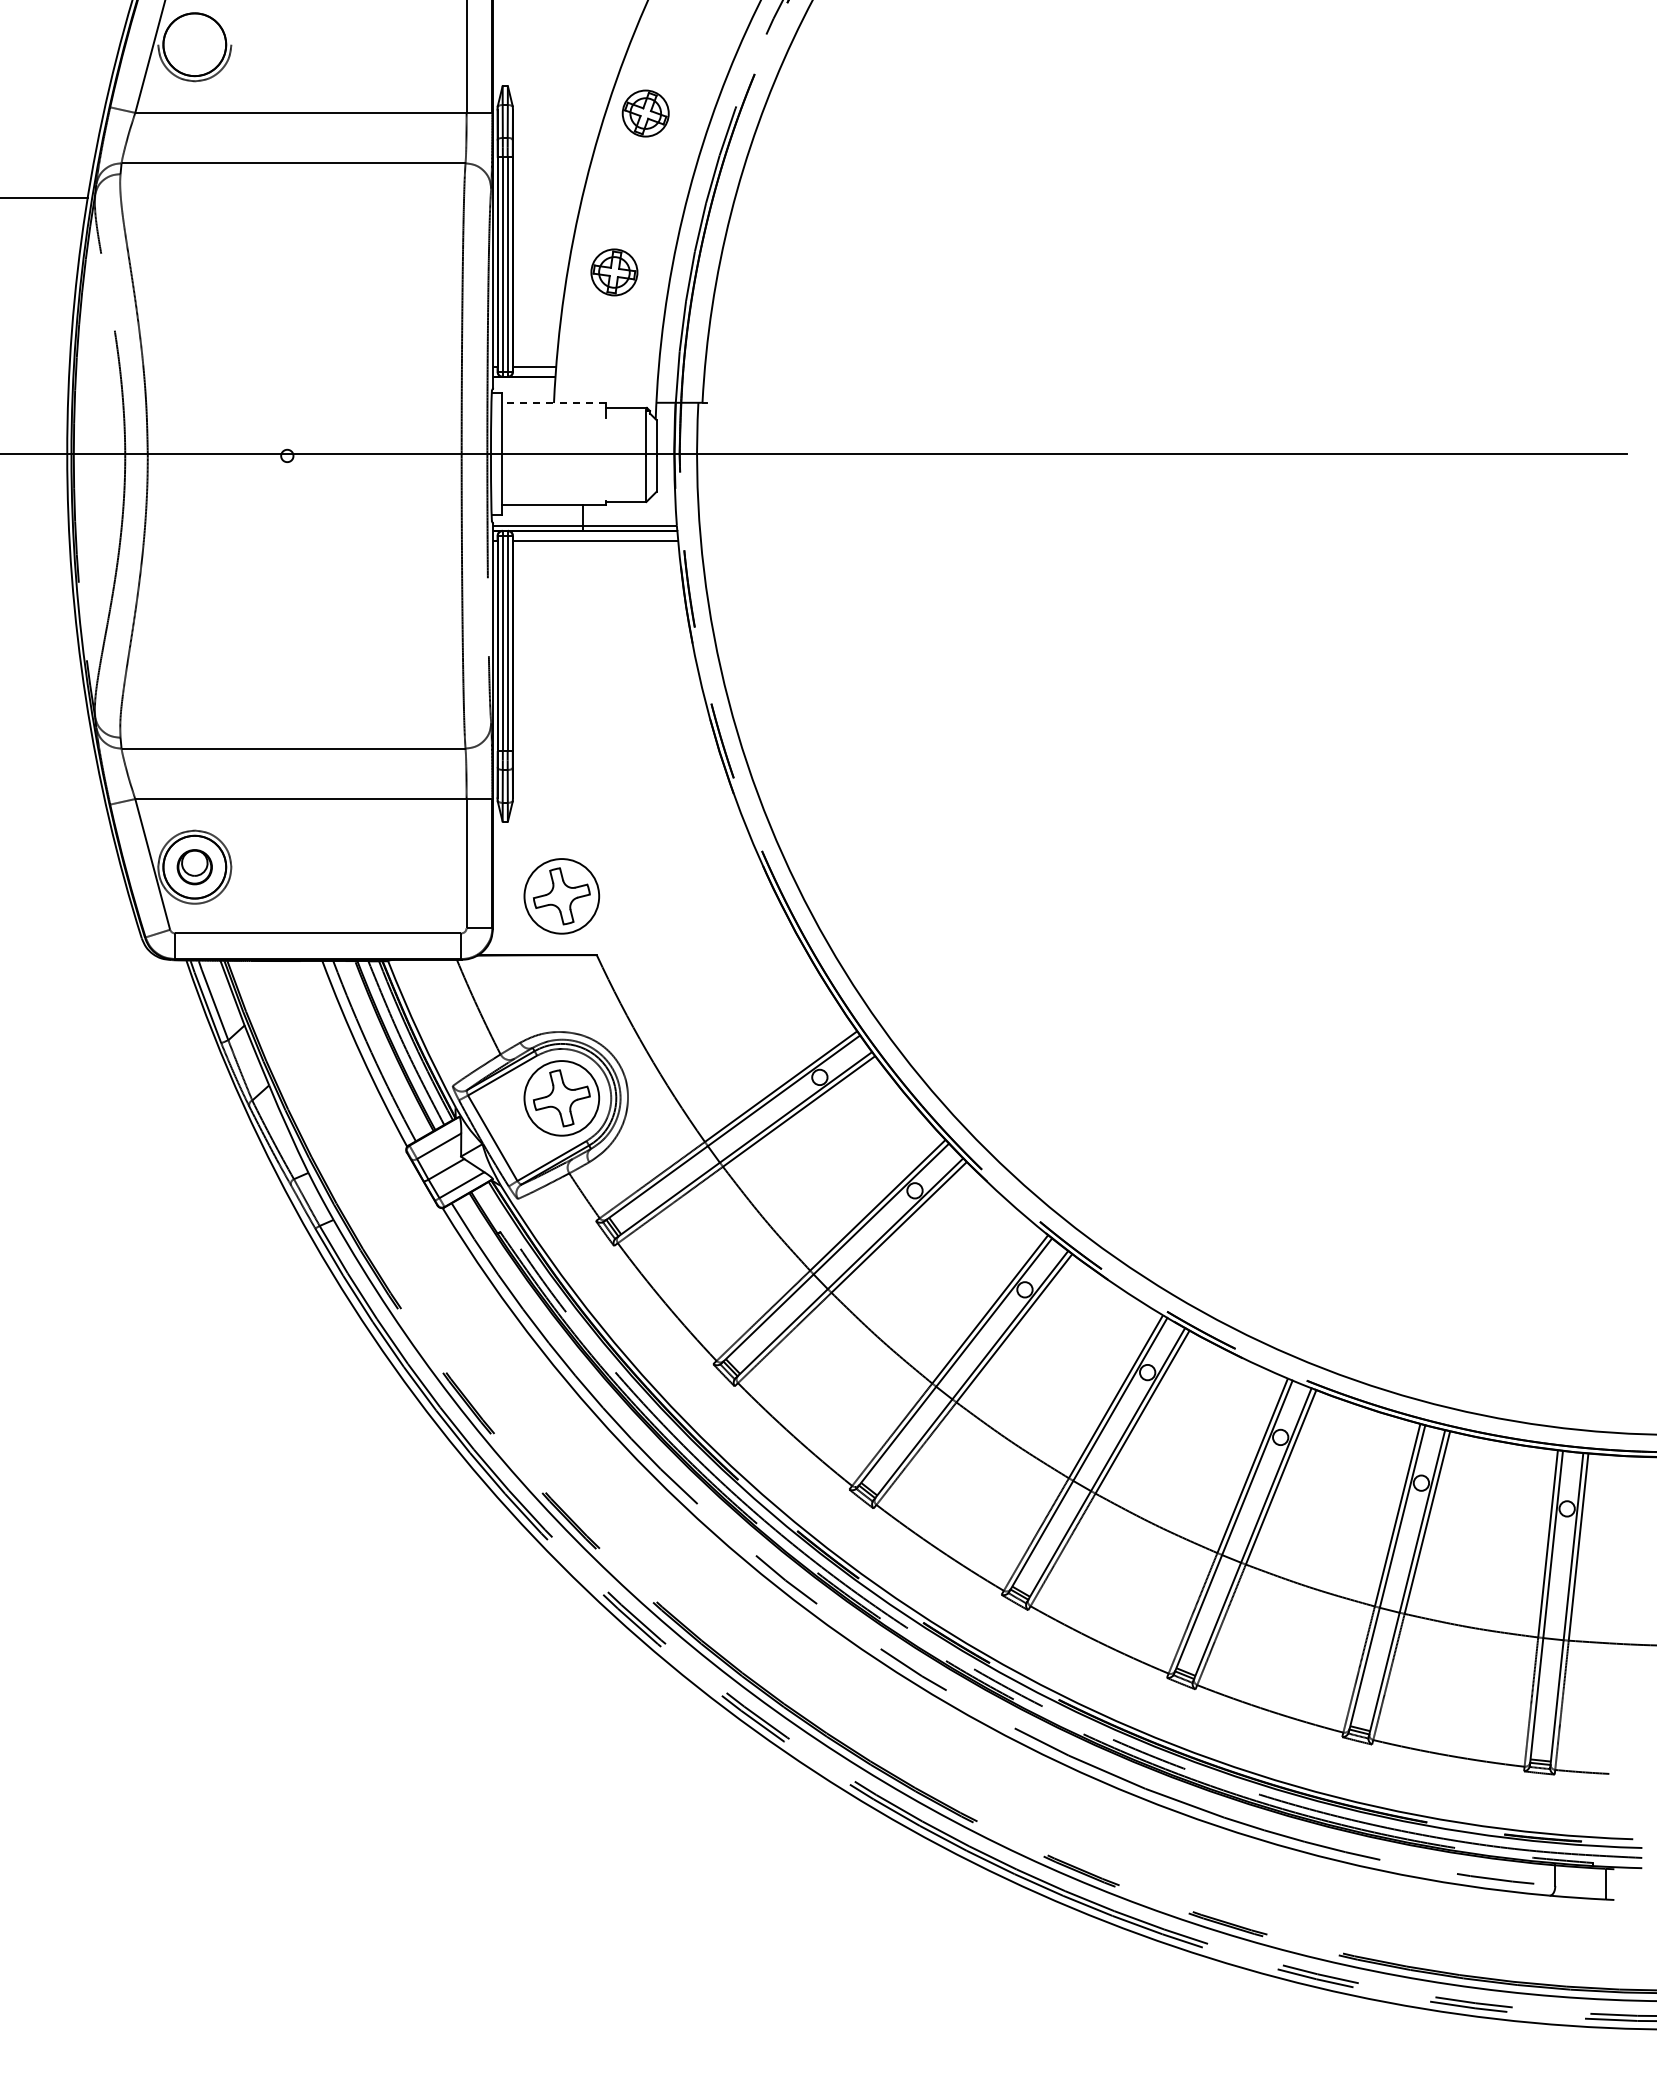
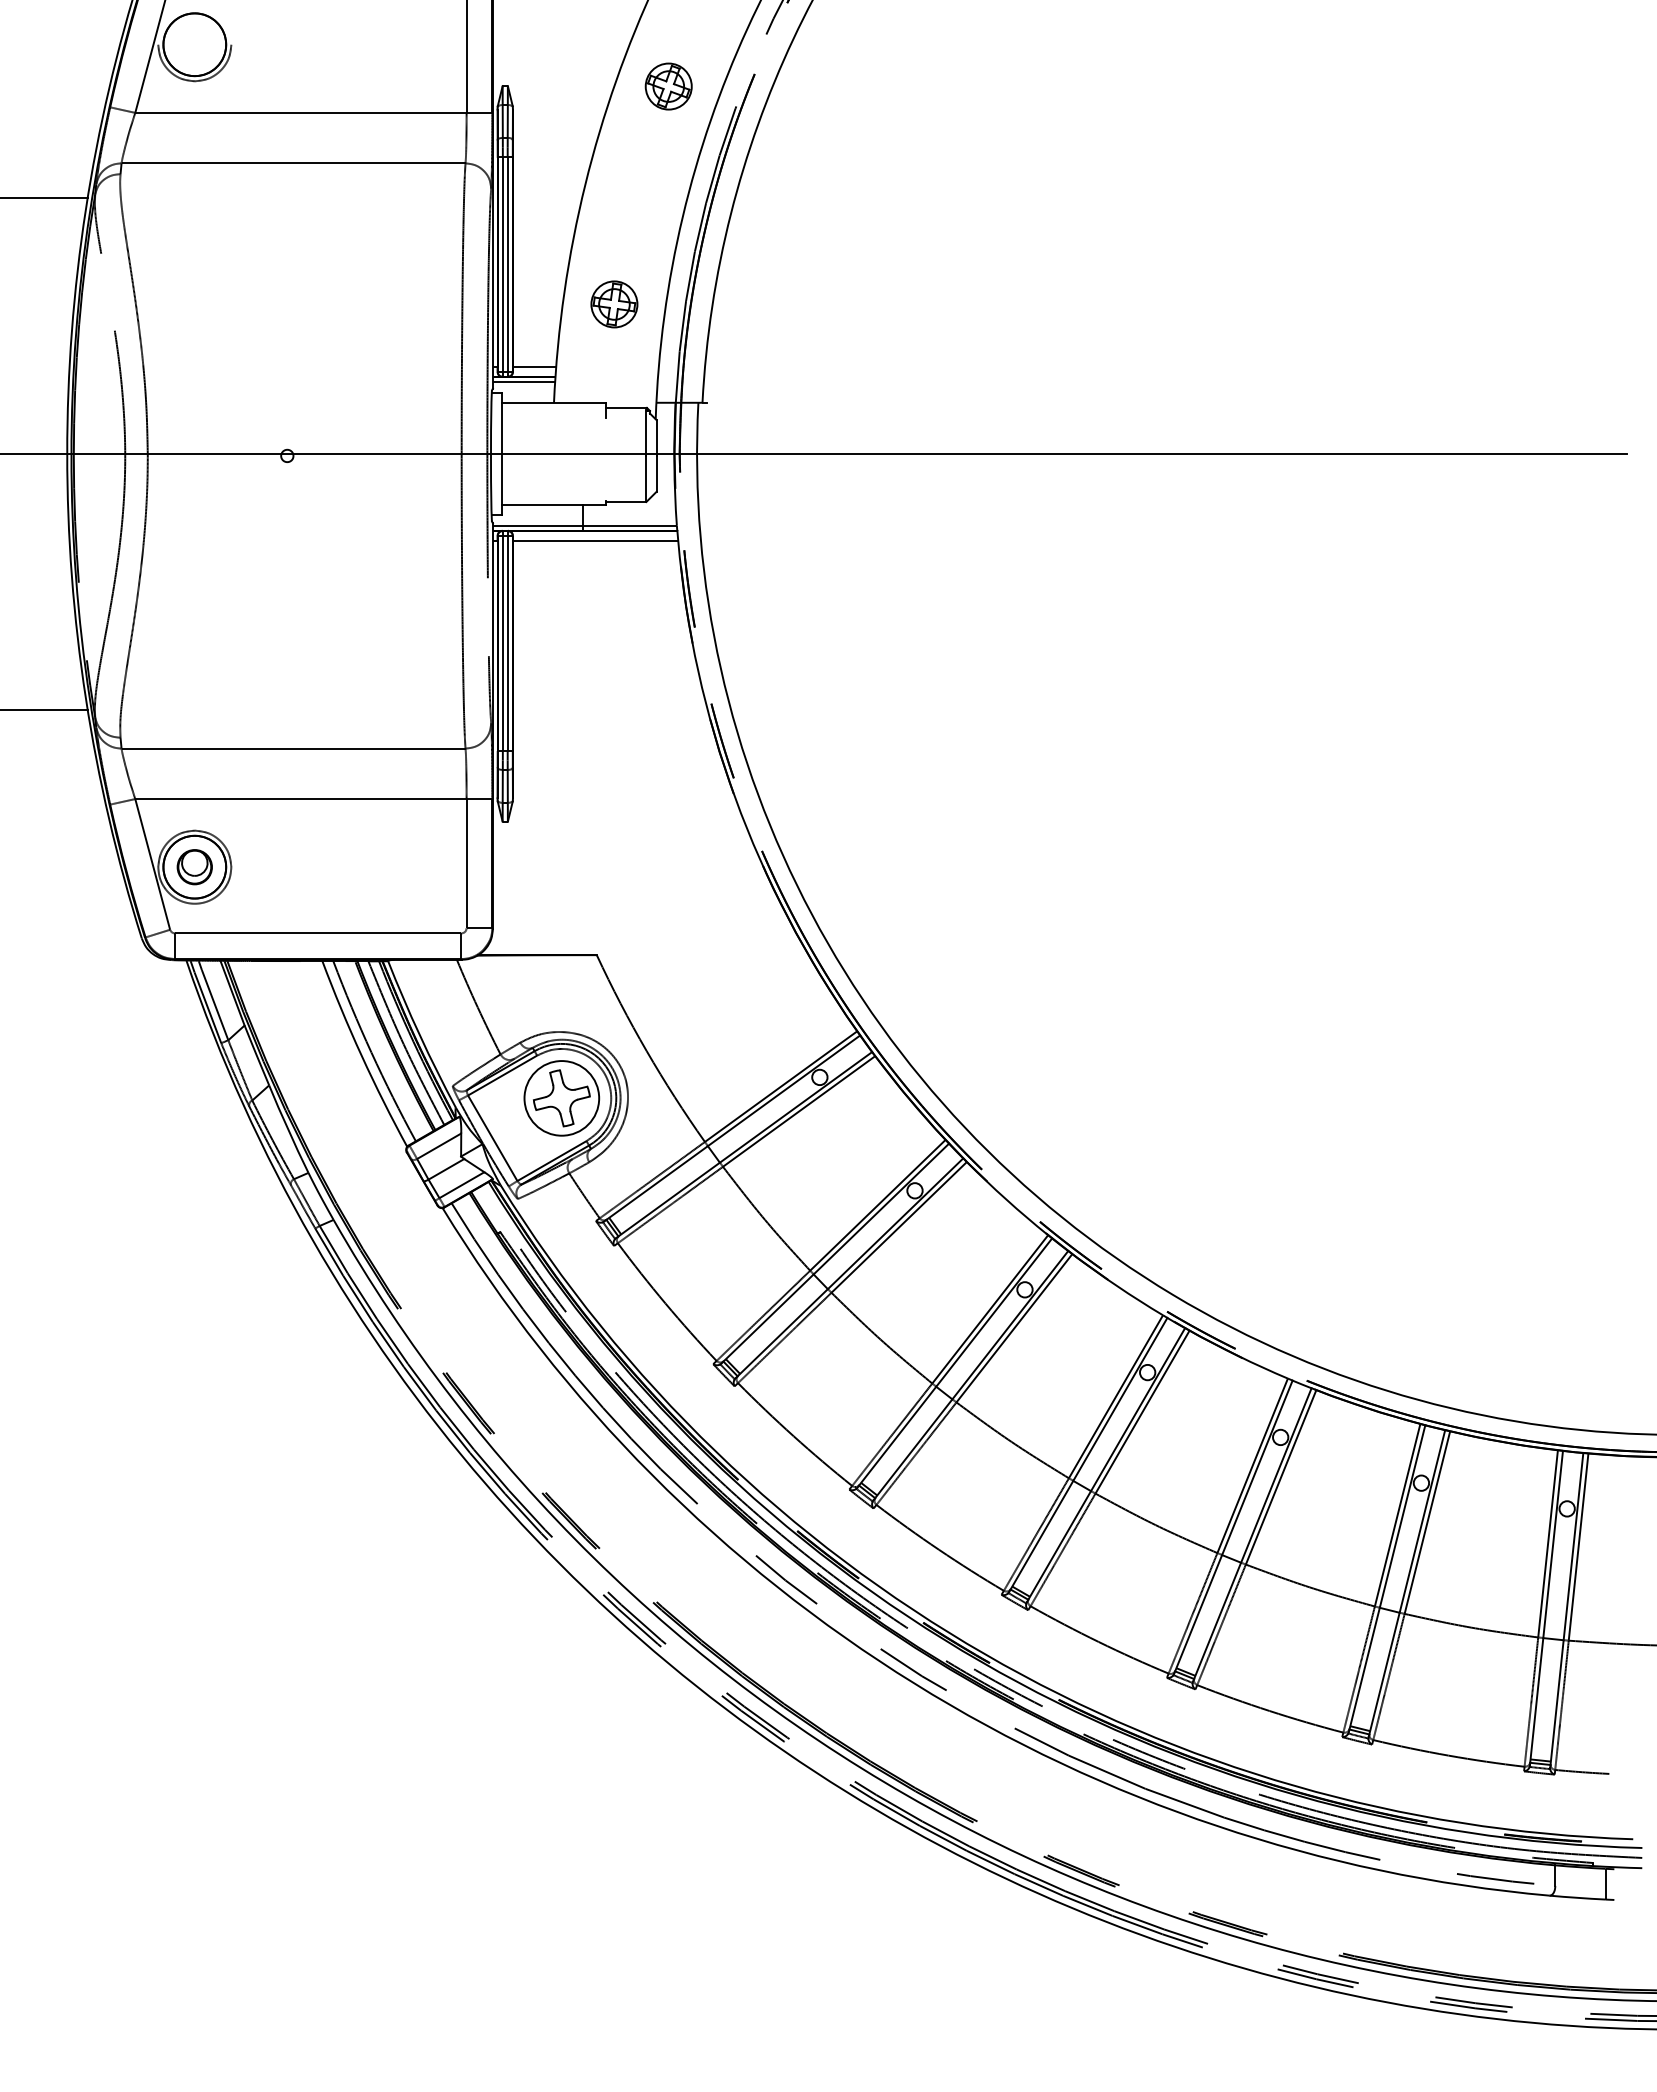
part at (645, 113) position: (645, 113) -> (668, 86)
part at (614, 272) position: (614, 272) -> (614, 304)
line at (523, 382): none -> present
line at (553, 402): dashed -> solid
line at (44, 709): none -> present
part at (561, 896): present -> none
